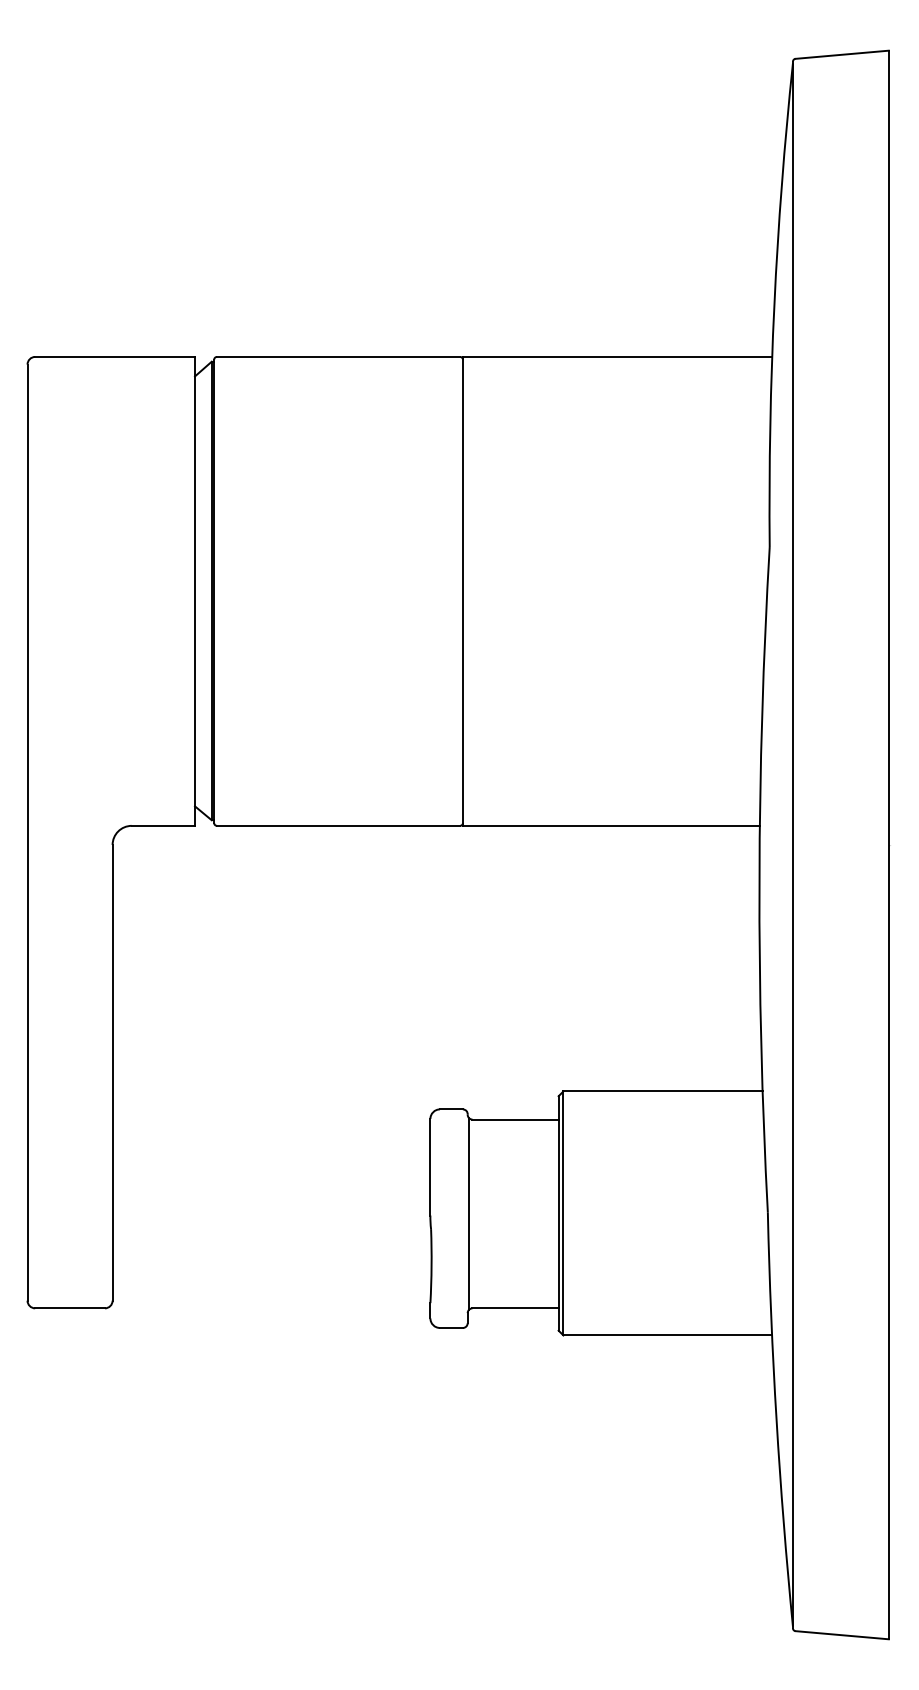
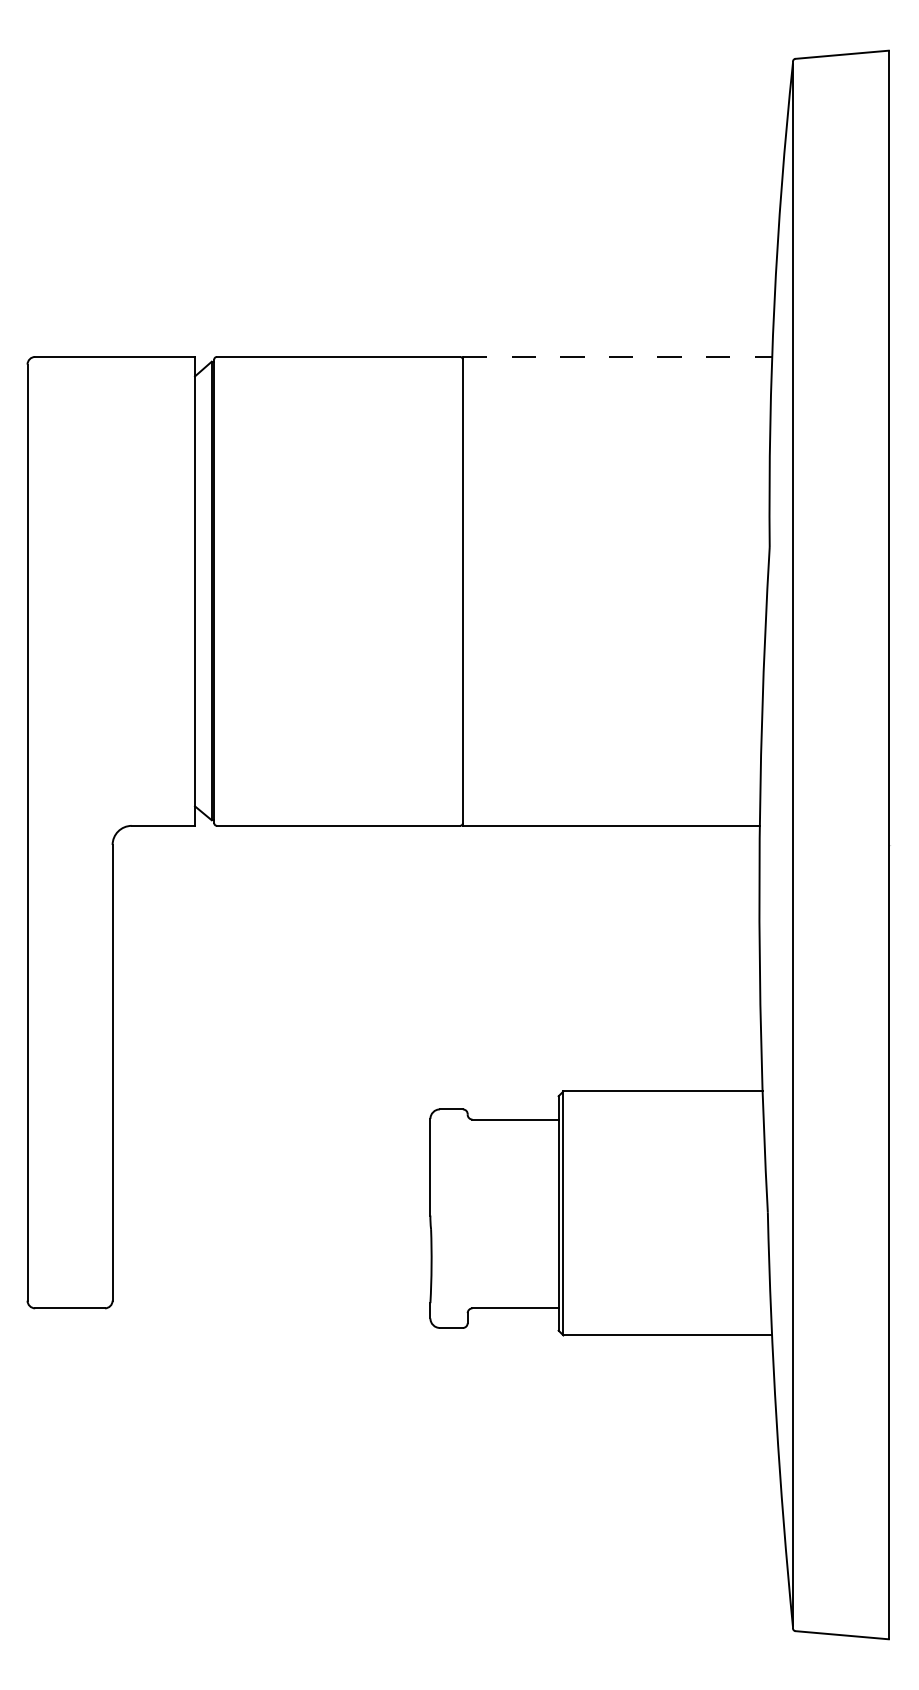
line at (617, 356): solid -> dashed
line at (469, 1213): present -> none
